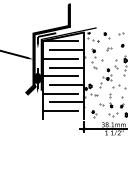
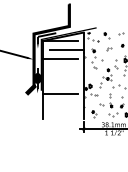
line at (66, 67): present -> none
line at (60, 76): present -> none
line at (66, 84): present -> none
line at (66, 102): present -> none
line at (60, 111): present -> none
